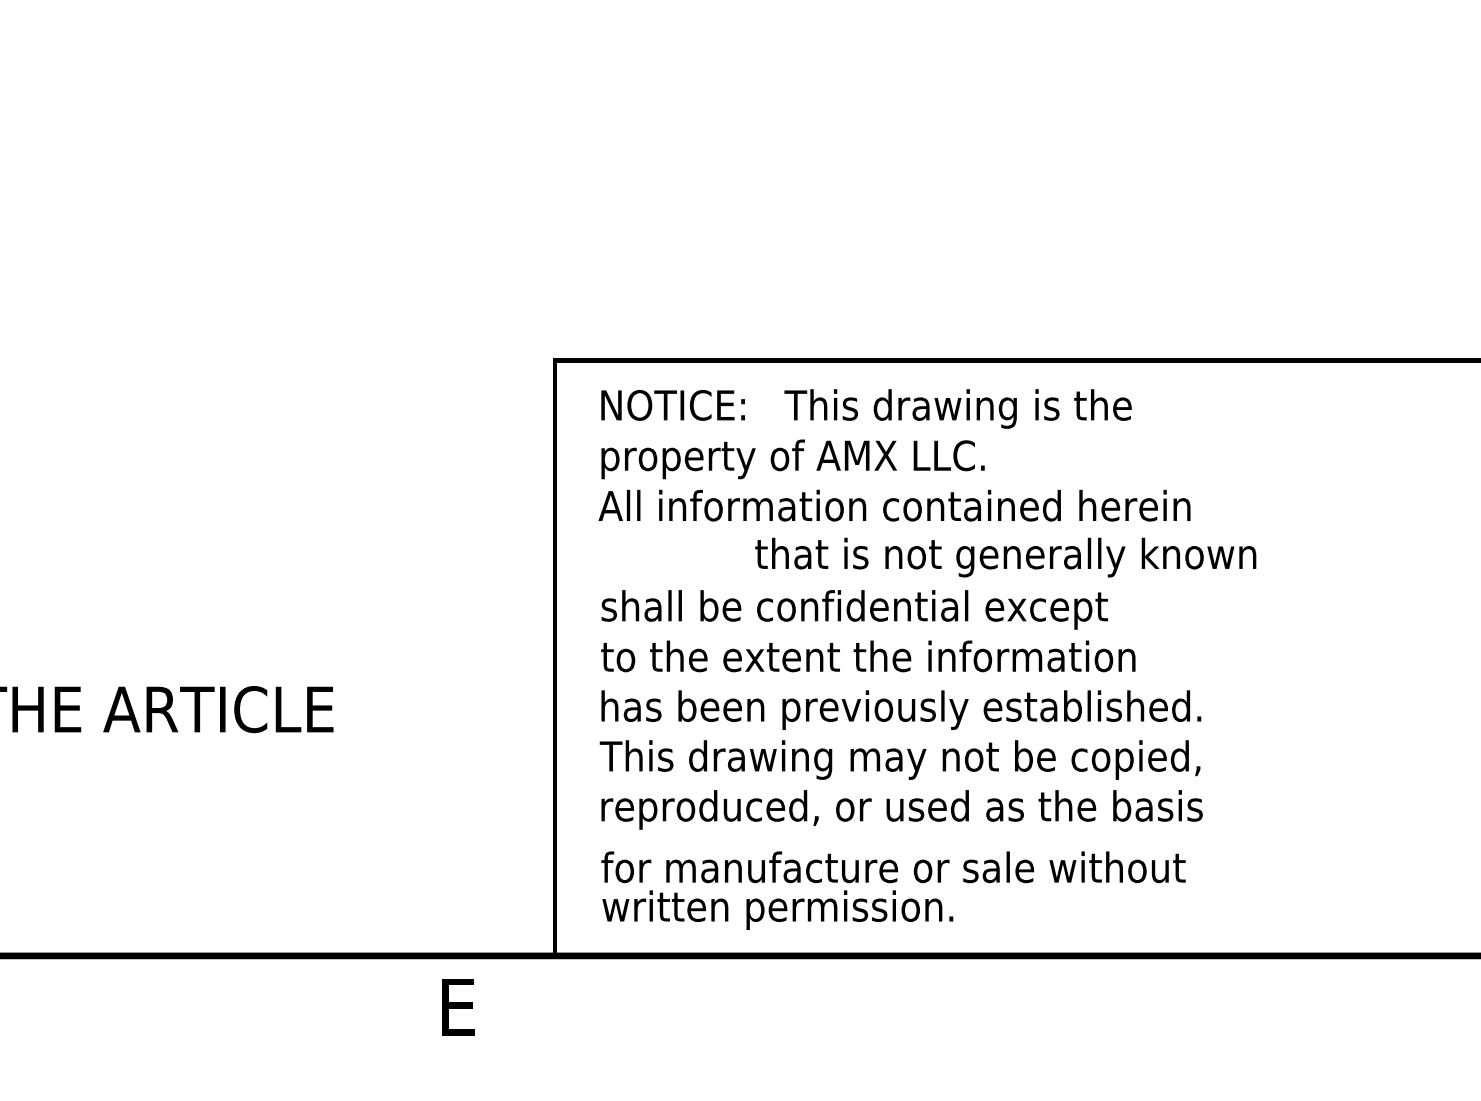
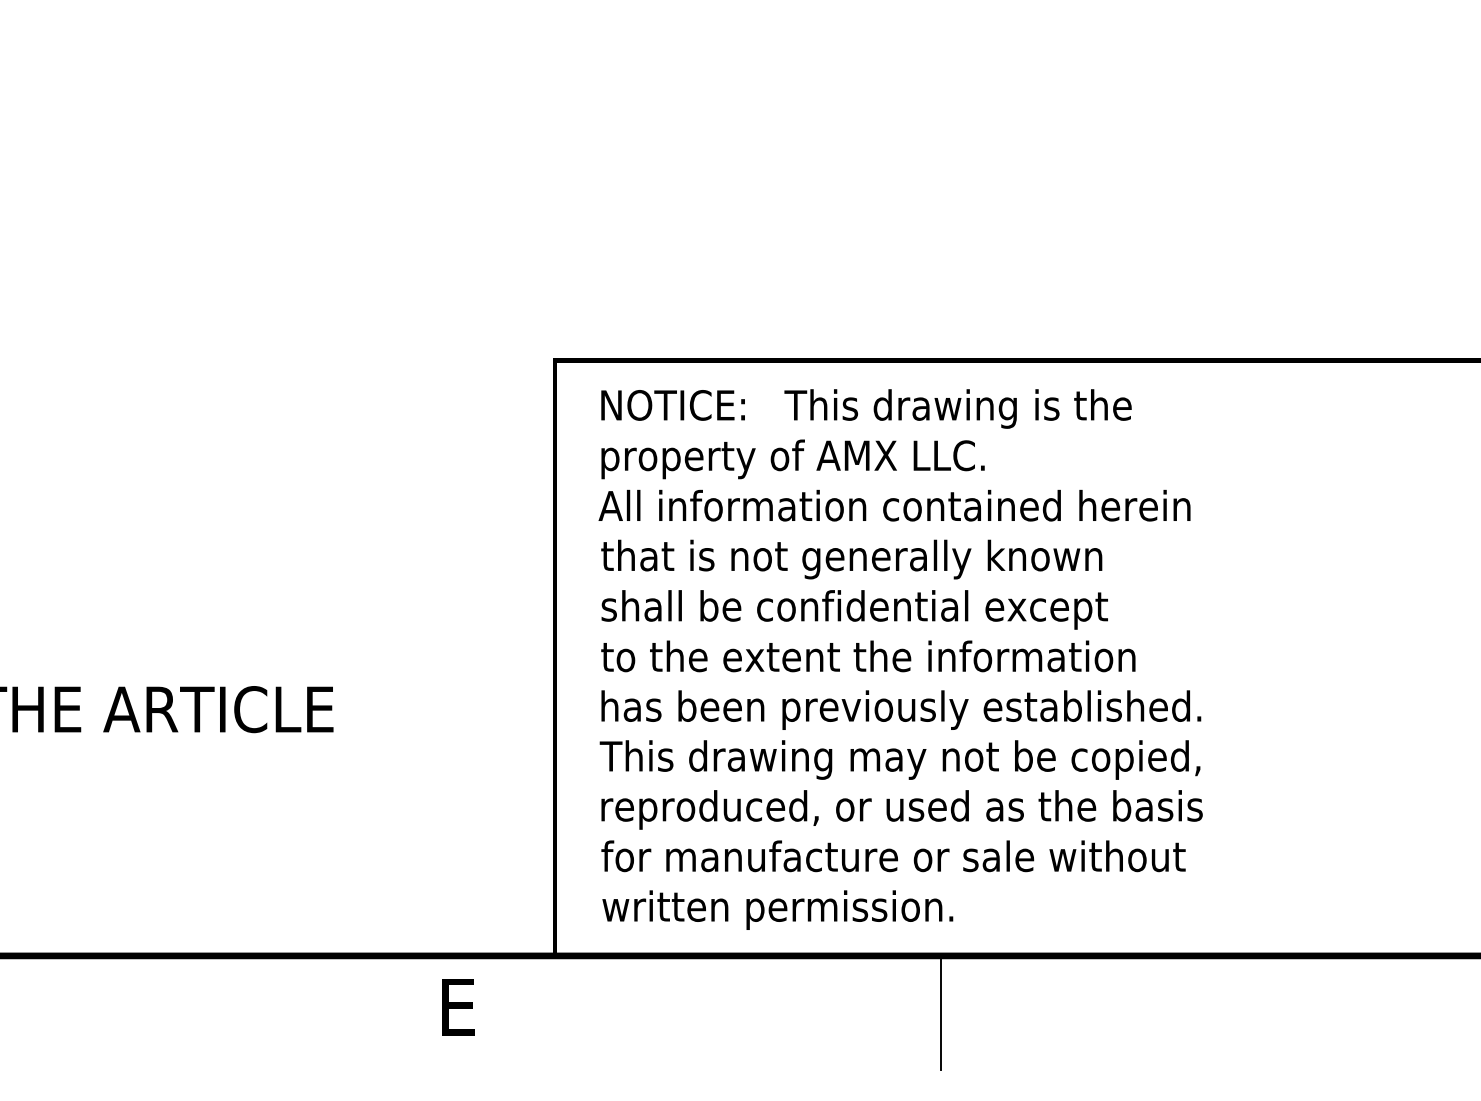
text at (1005, 557) position: (1005, 557) -> (851, 559)
text at (893, 867) position: (893, 867) -> (893, 856)
line at (941, 1012): none -> present
